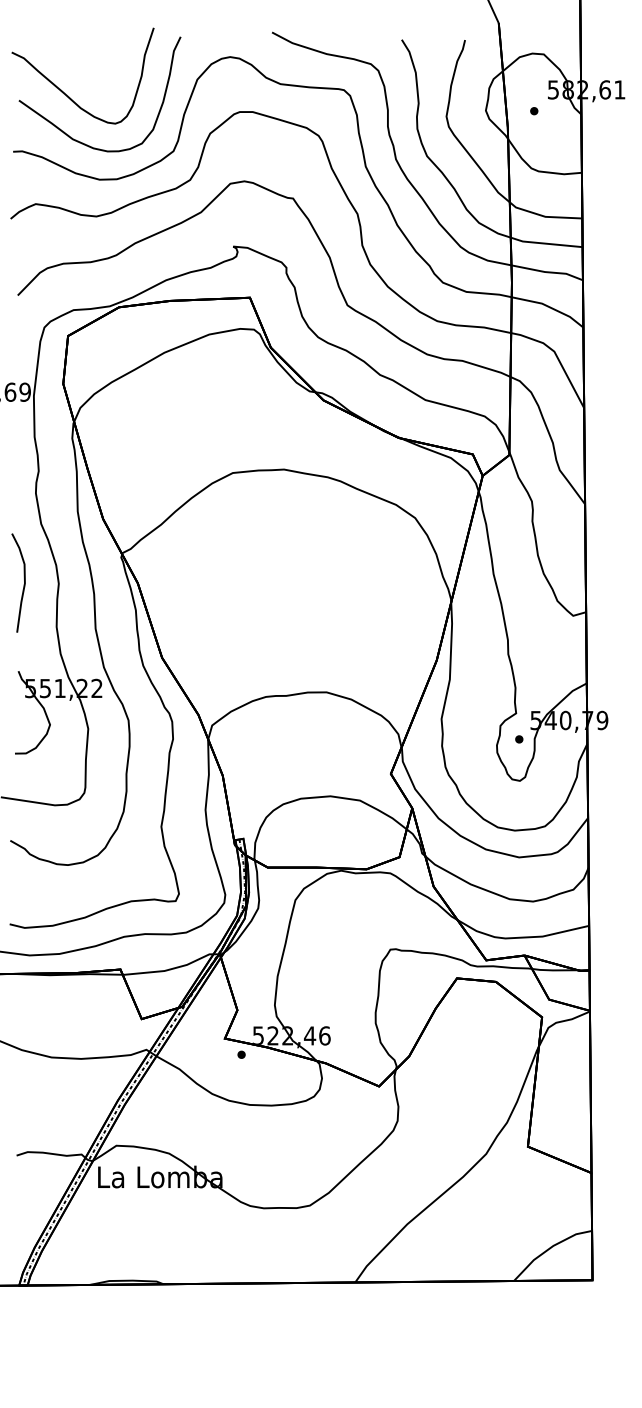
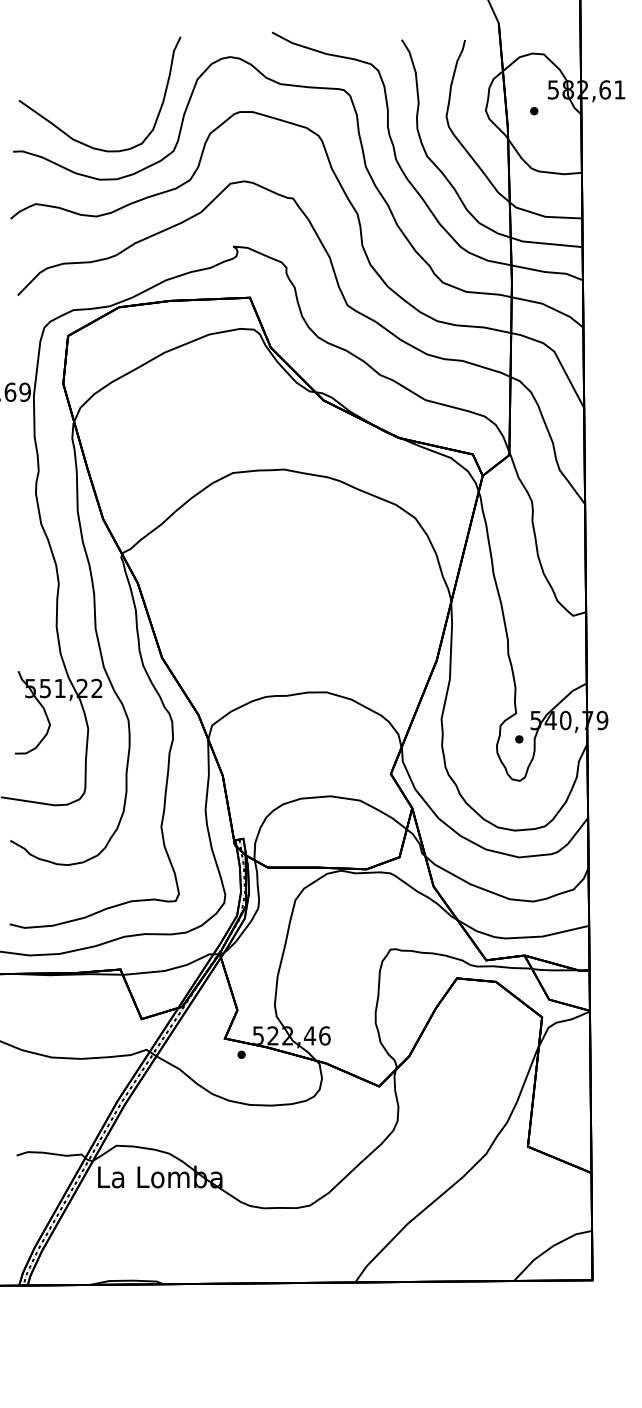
curve at (68, 95): present -> none
curve at (23, 584): present -> none
